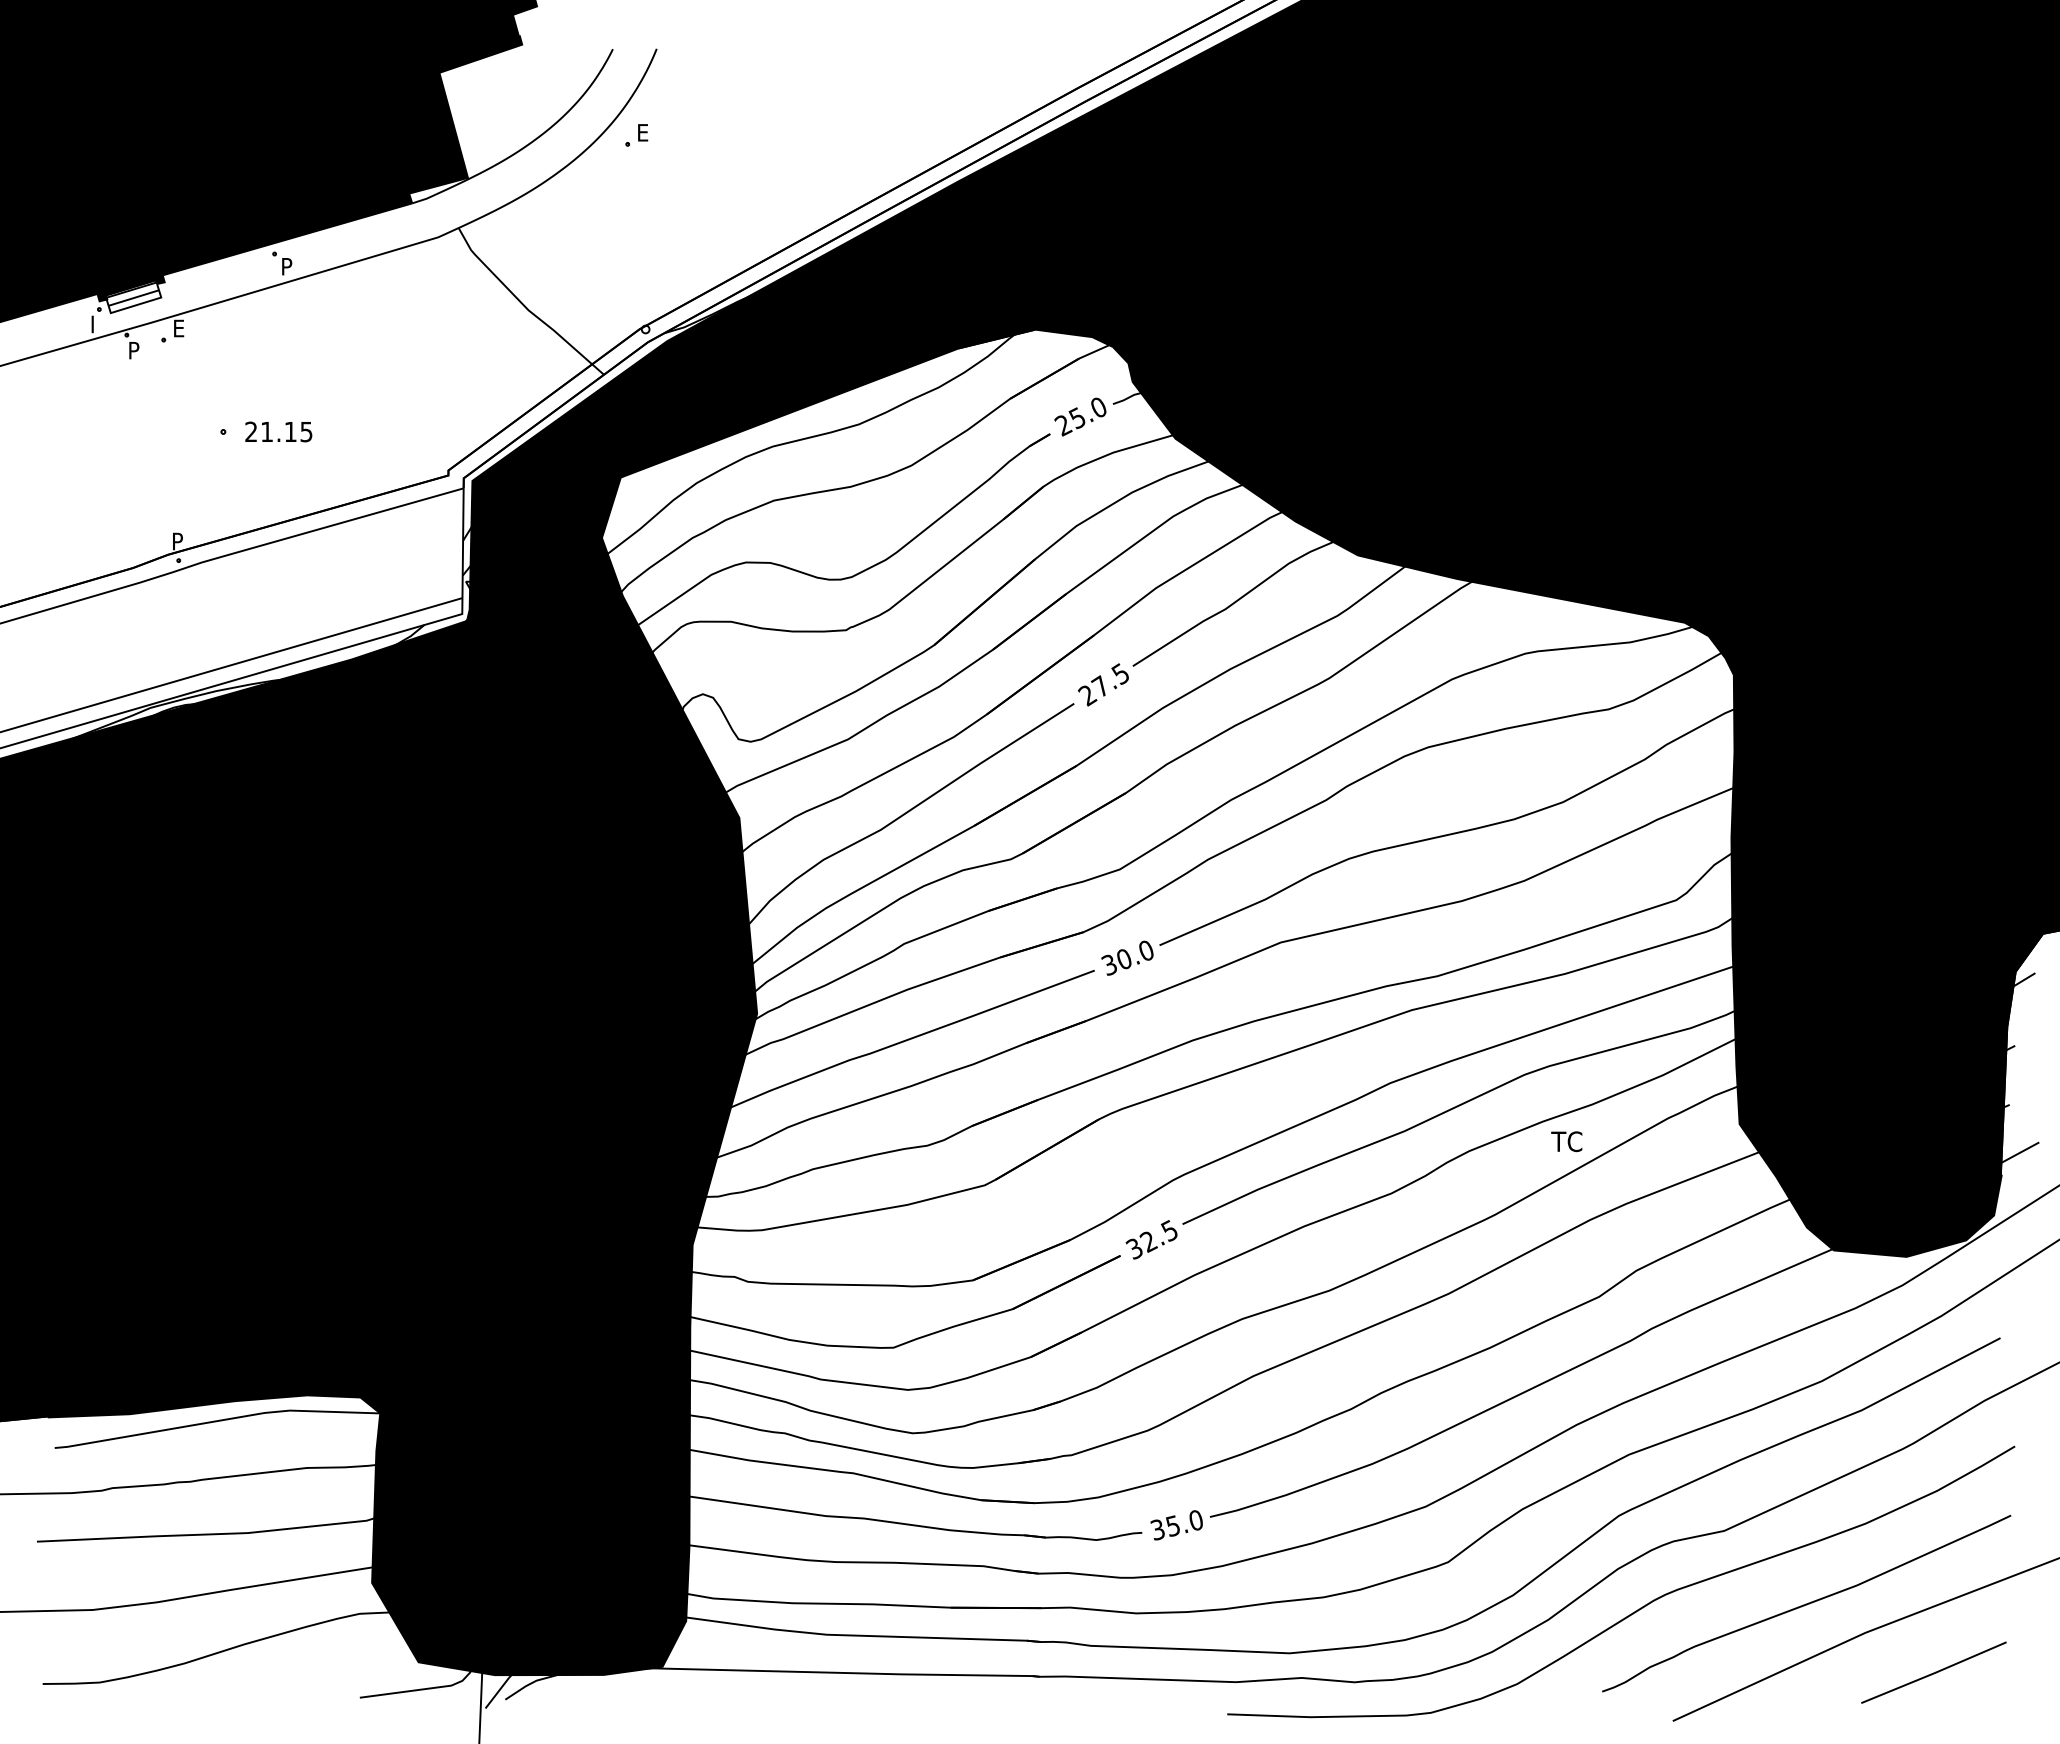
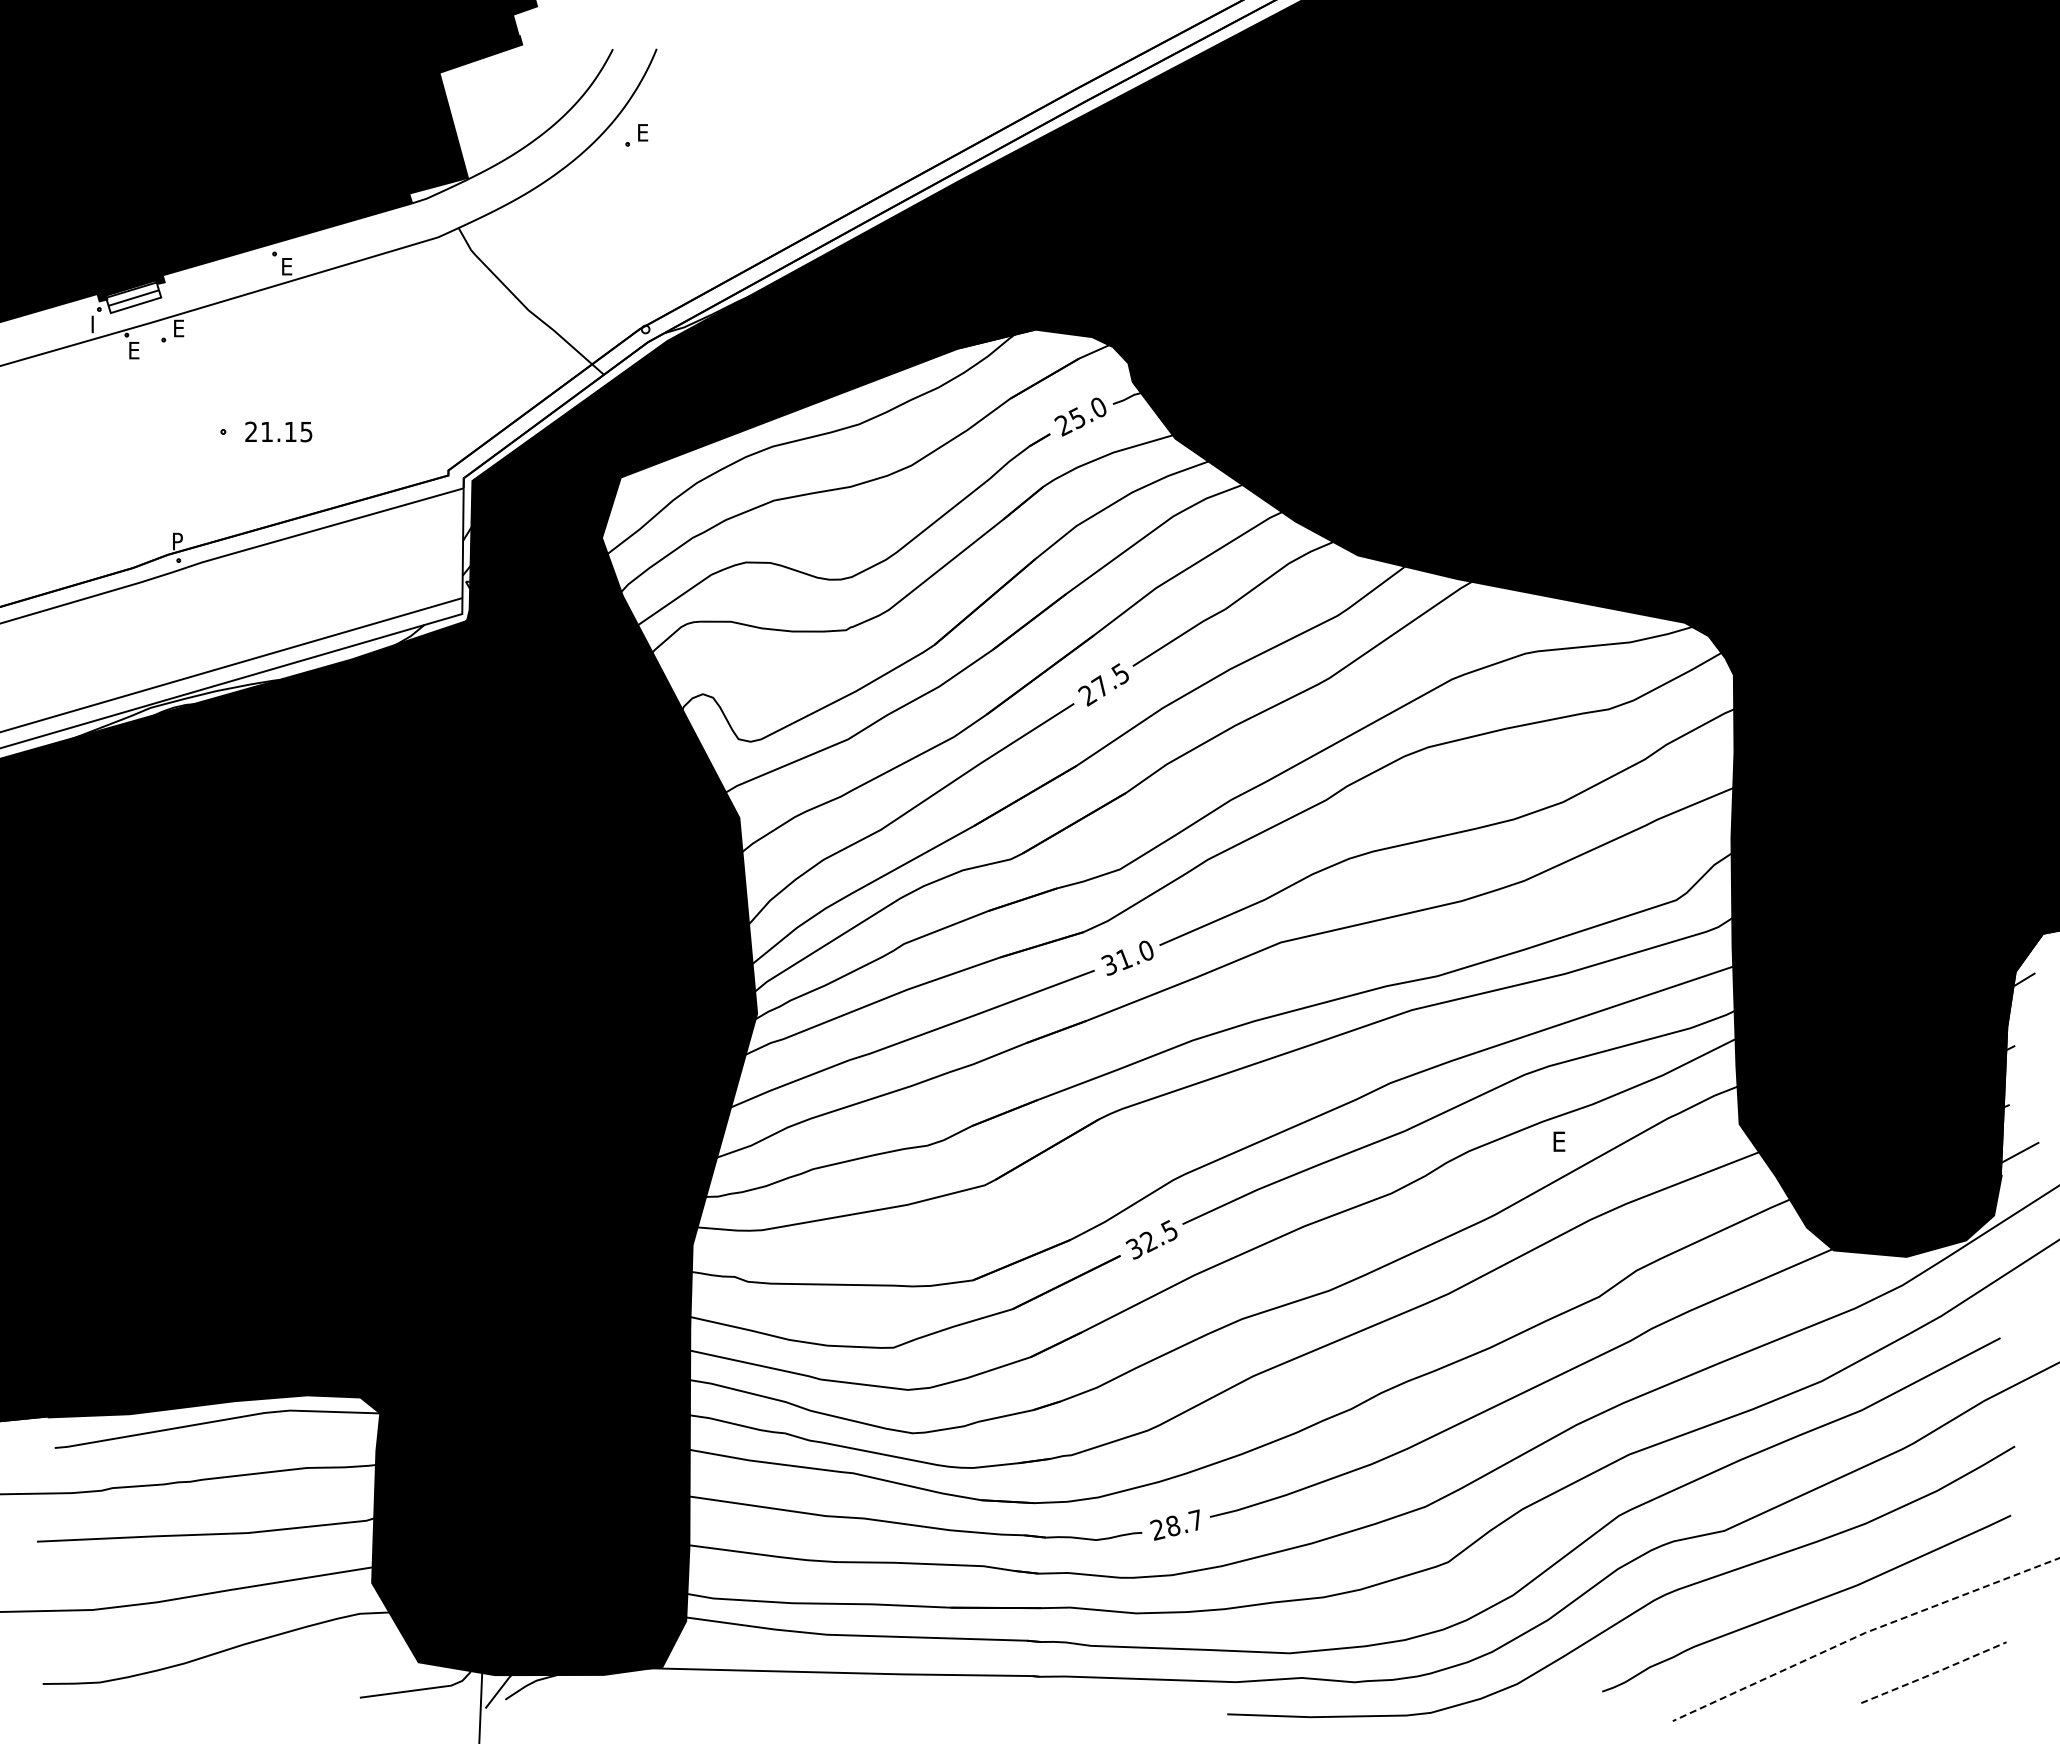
text at (288, 266): P -> E
text at (135, 350): P -> E
text at (1124, 959): 30.0 -> 31.0
text at (1566, 1141): TC -> E
text at (1176, 1524): 35.0 -> 28.7
line at (1864, 1633): solid -> dashed
line at (1935, 1672): solid -> dashed
